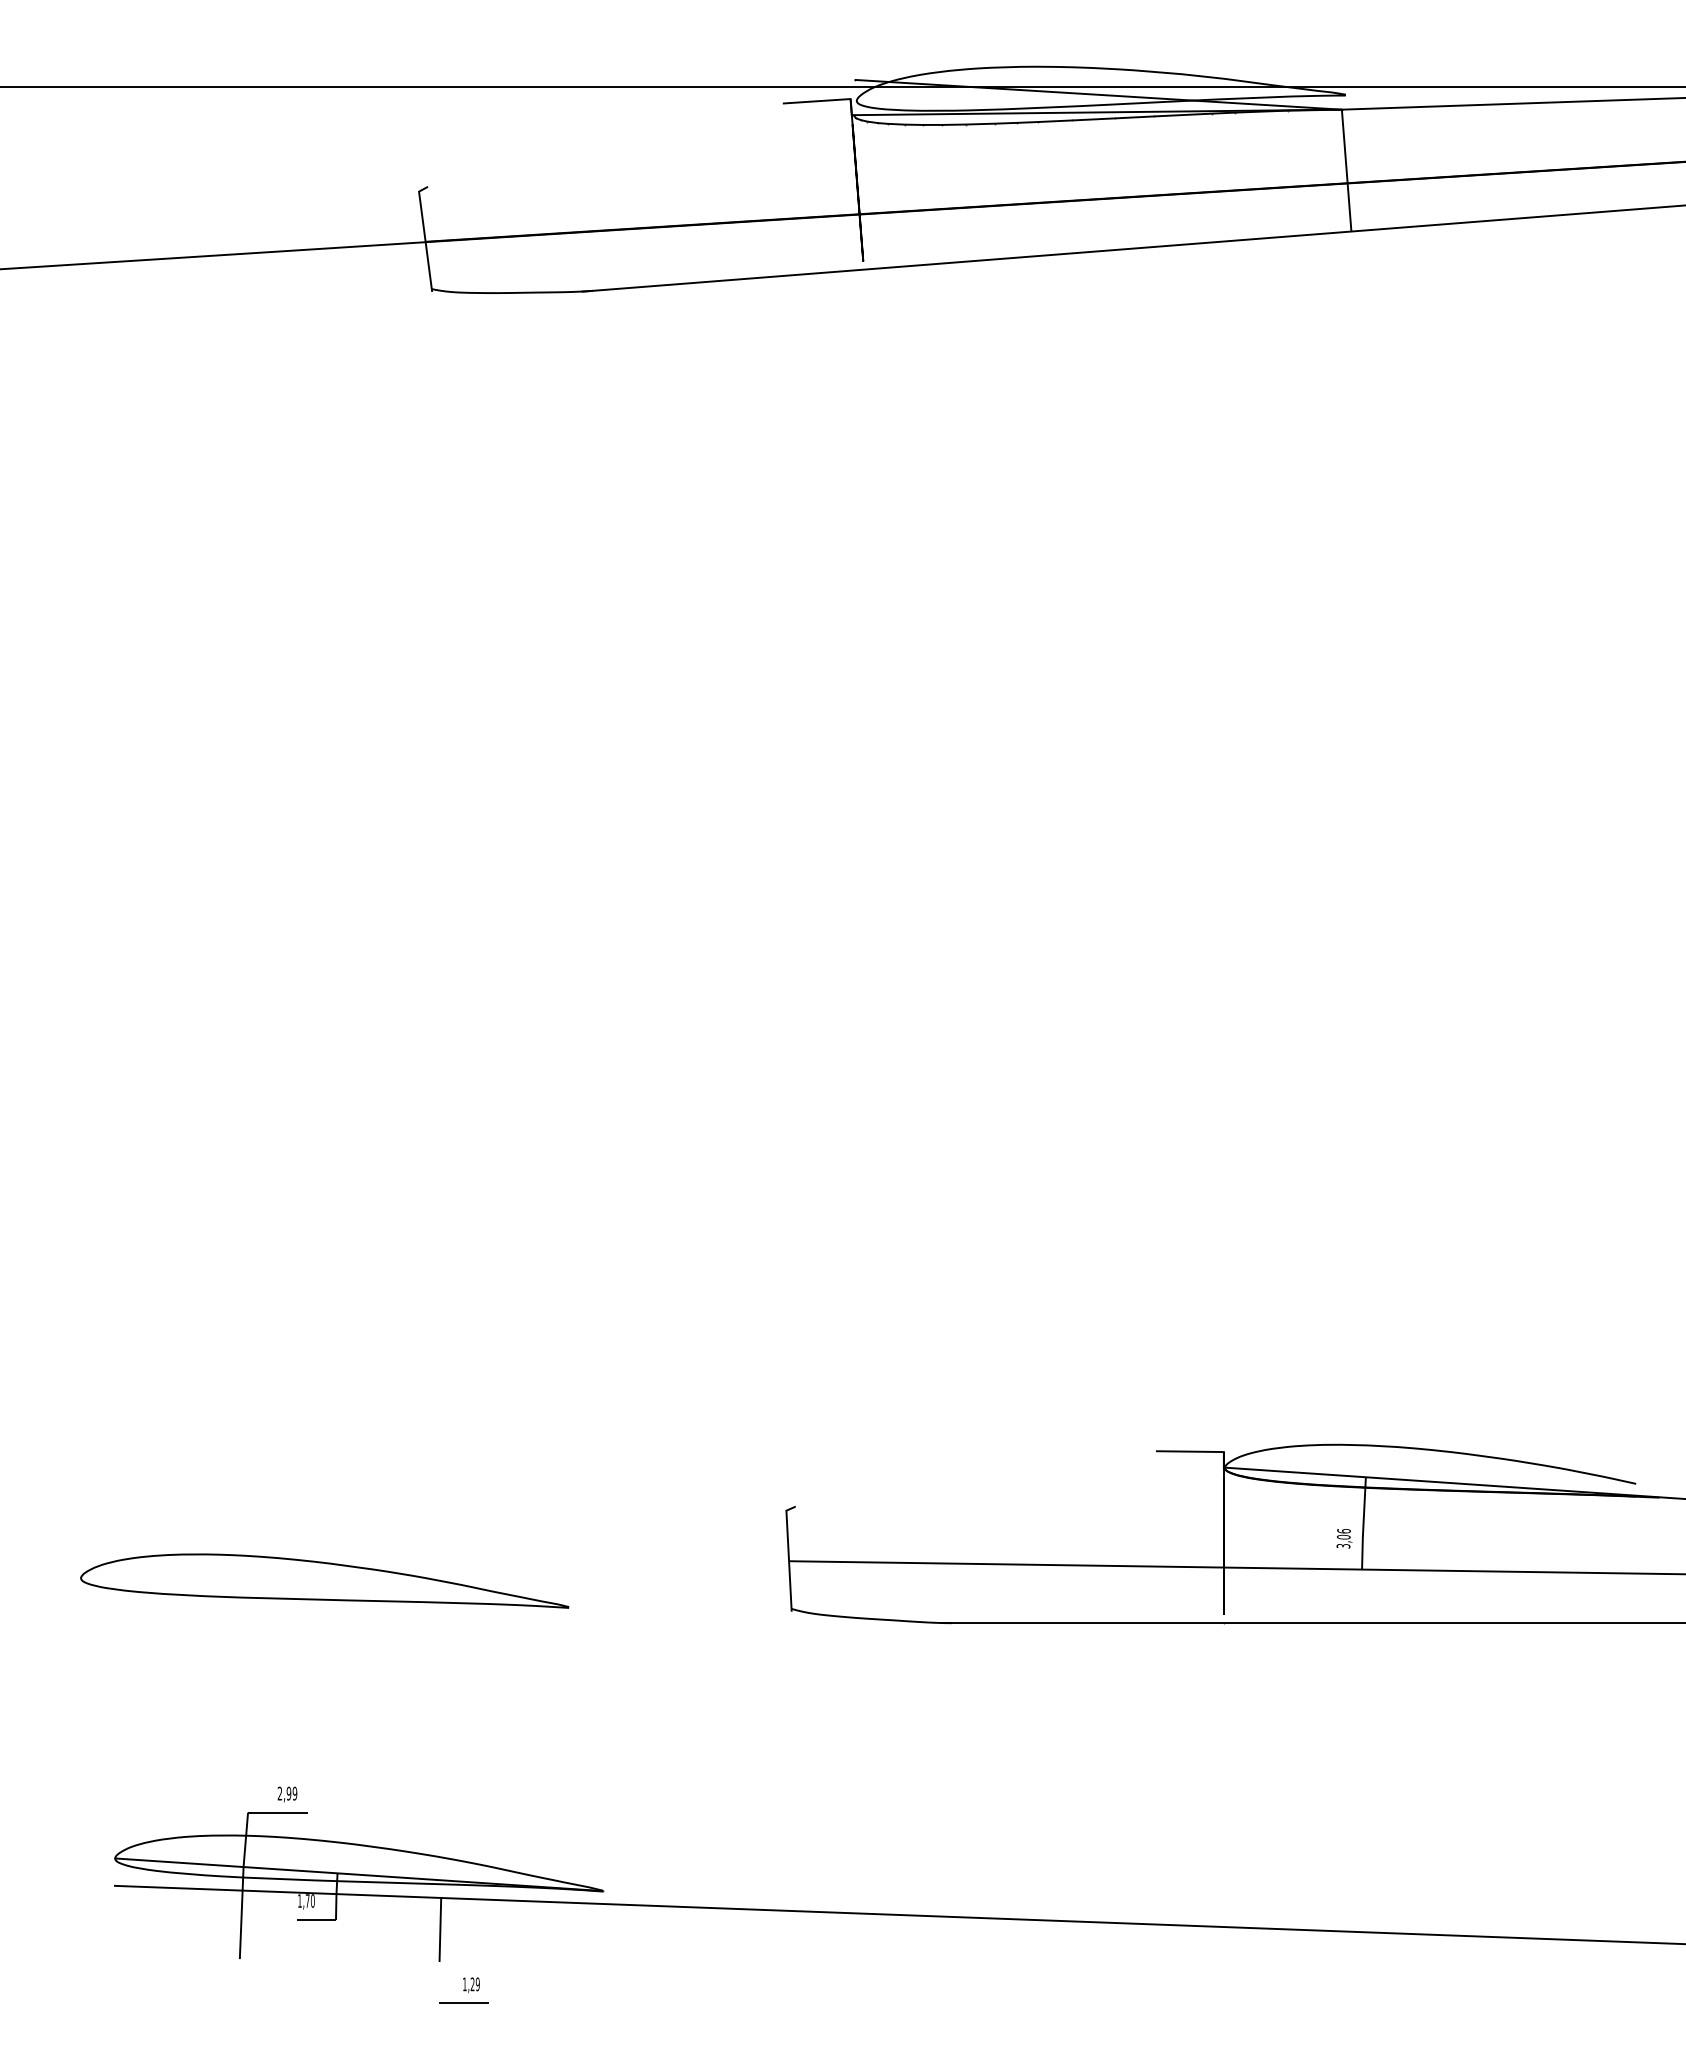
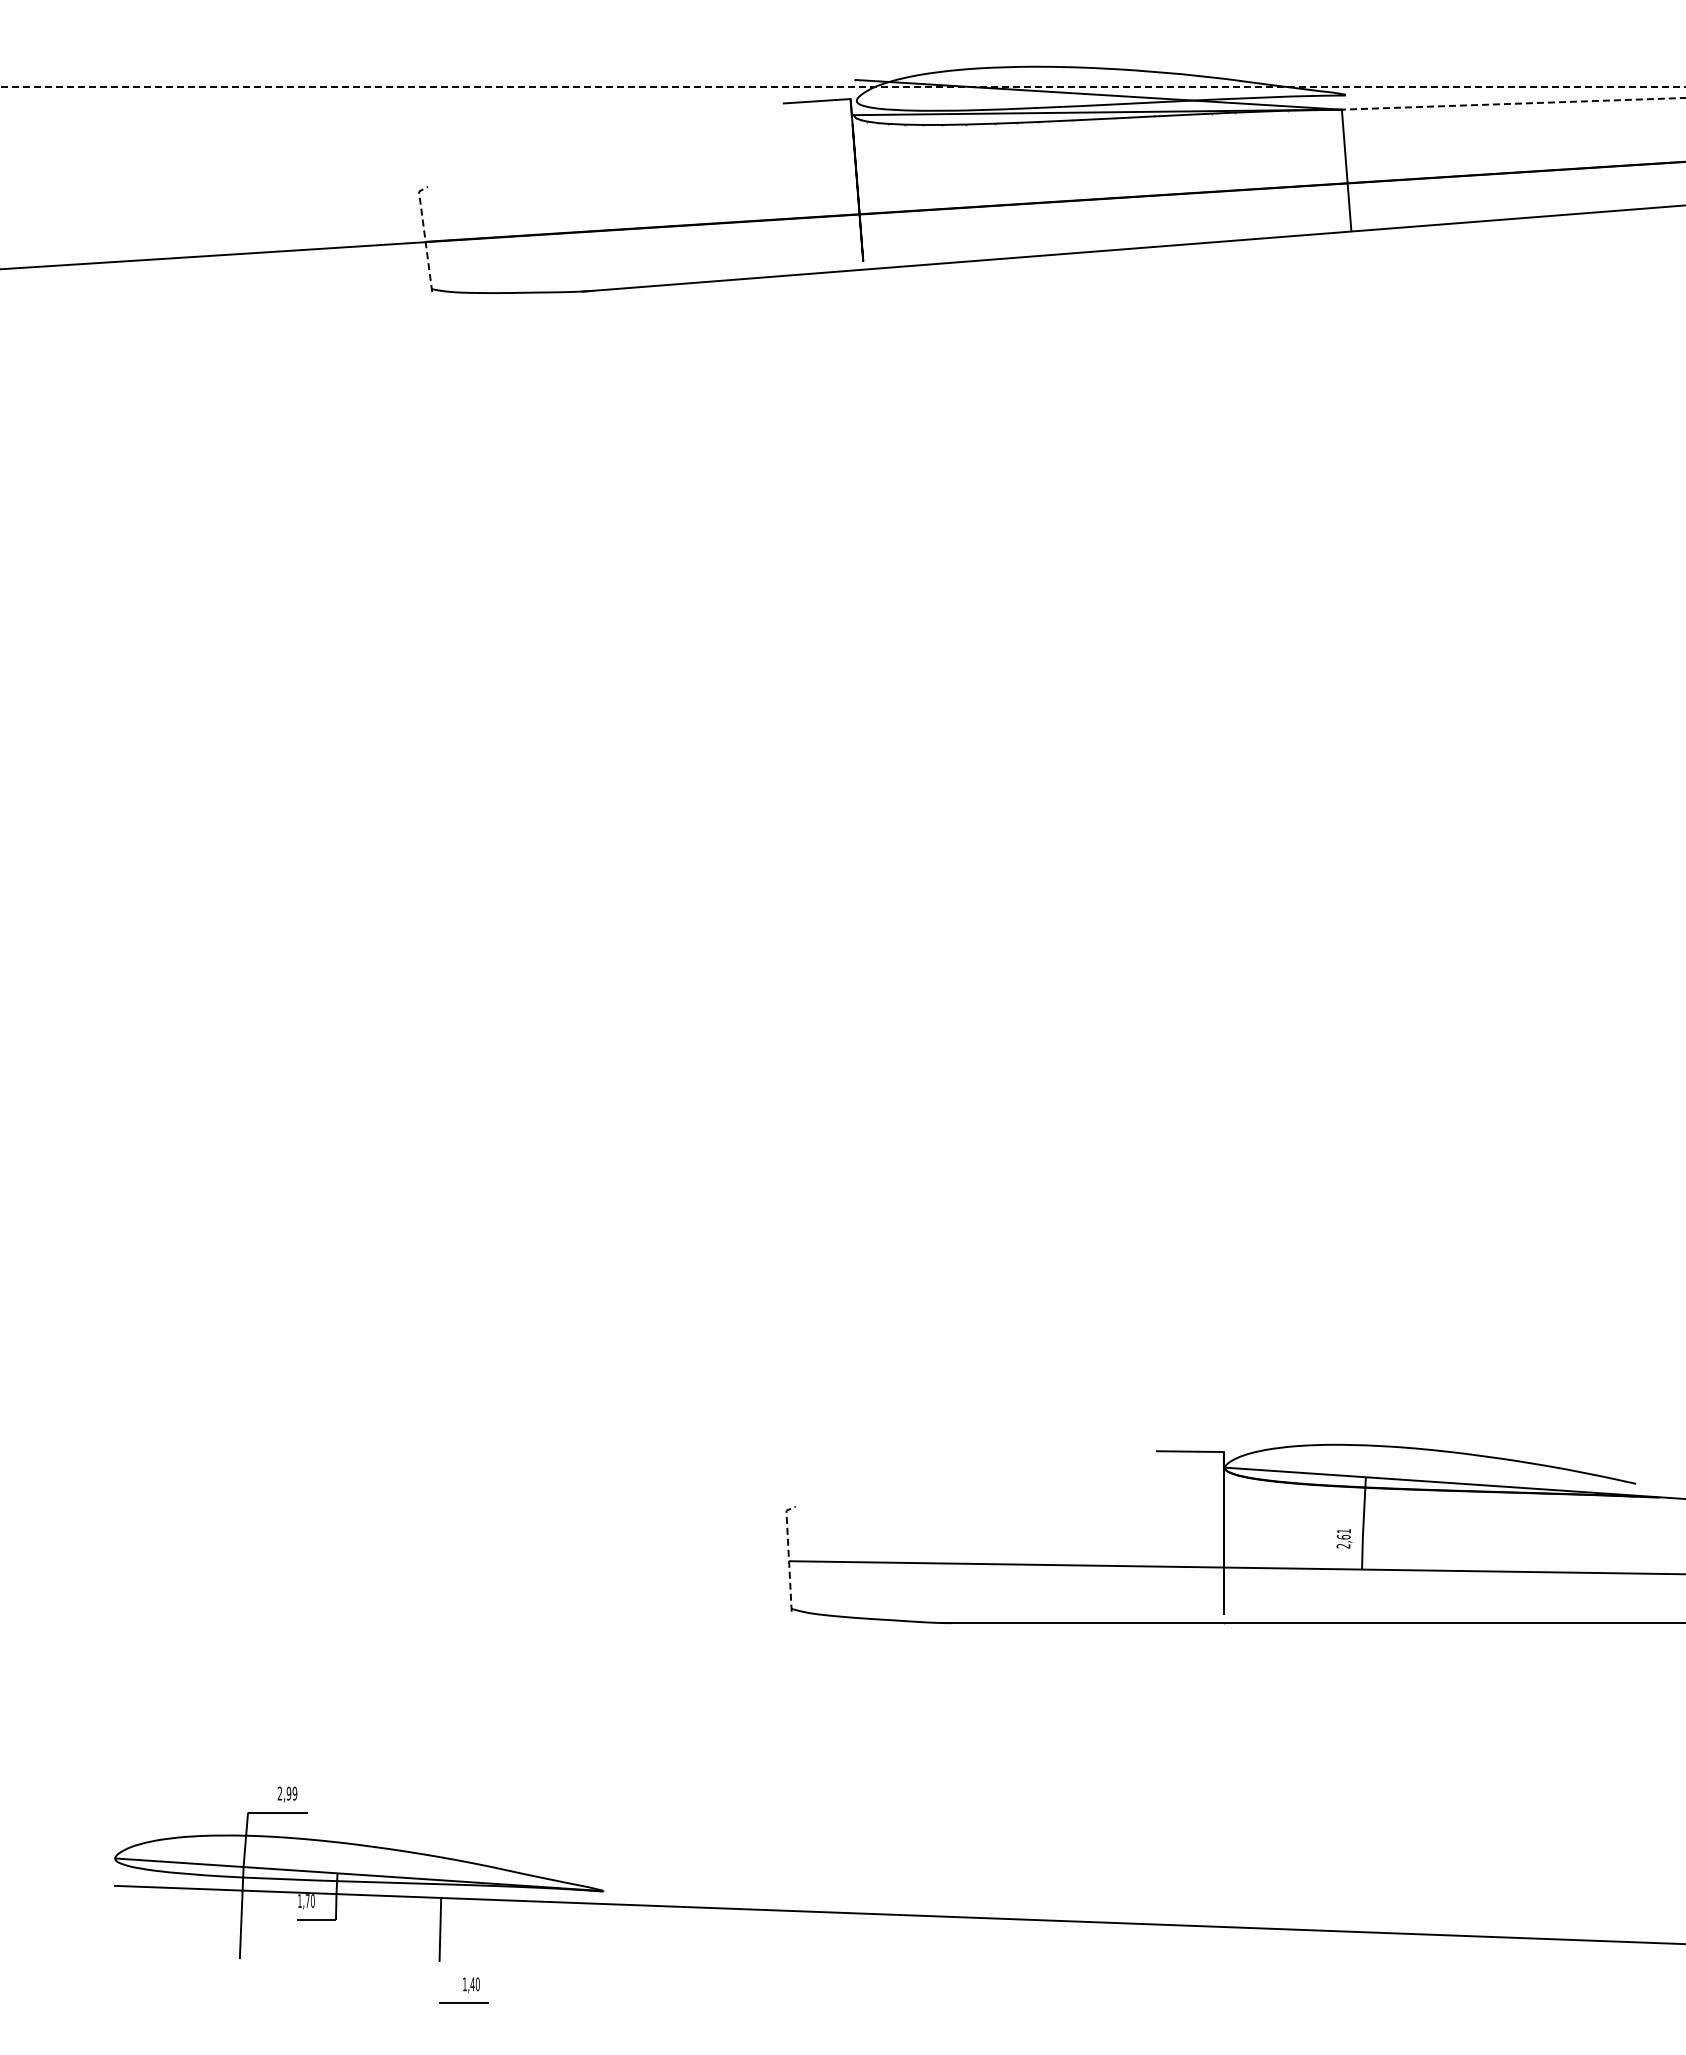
line at (842, 87): solid -> dashed
line at (1513, 103): solid -> dashed
line at (424, 235): solid -> dashed
text at (1343, 1538): 3,06 -> 2,61
line at (788, 1555): solid -> dashed
curve at (326, 1564): present -> none
text at (474, 1984): 1,29 -> 1,40
